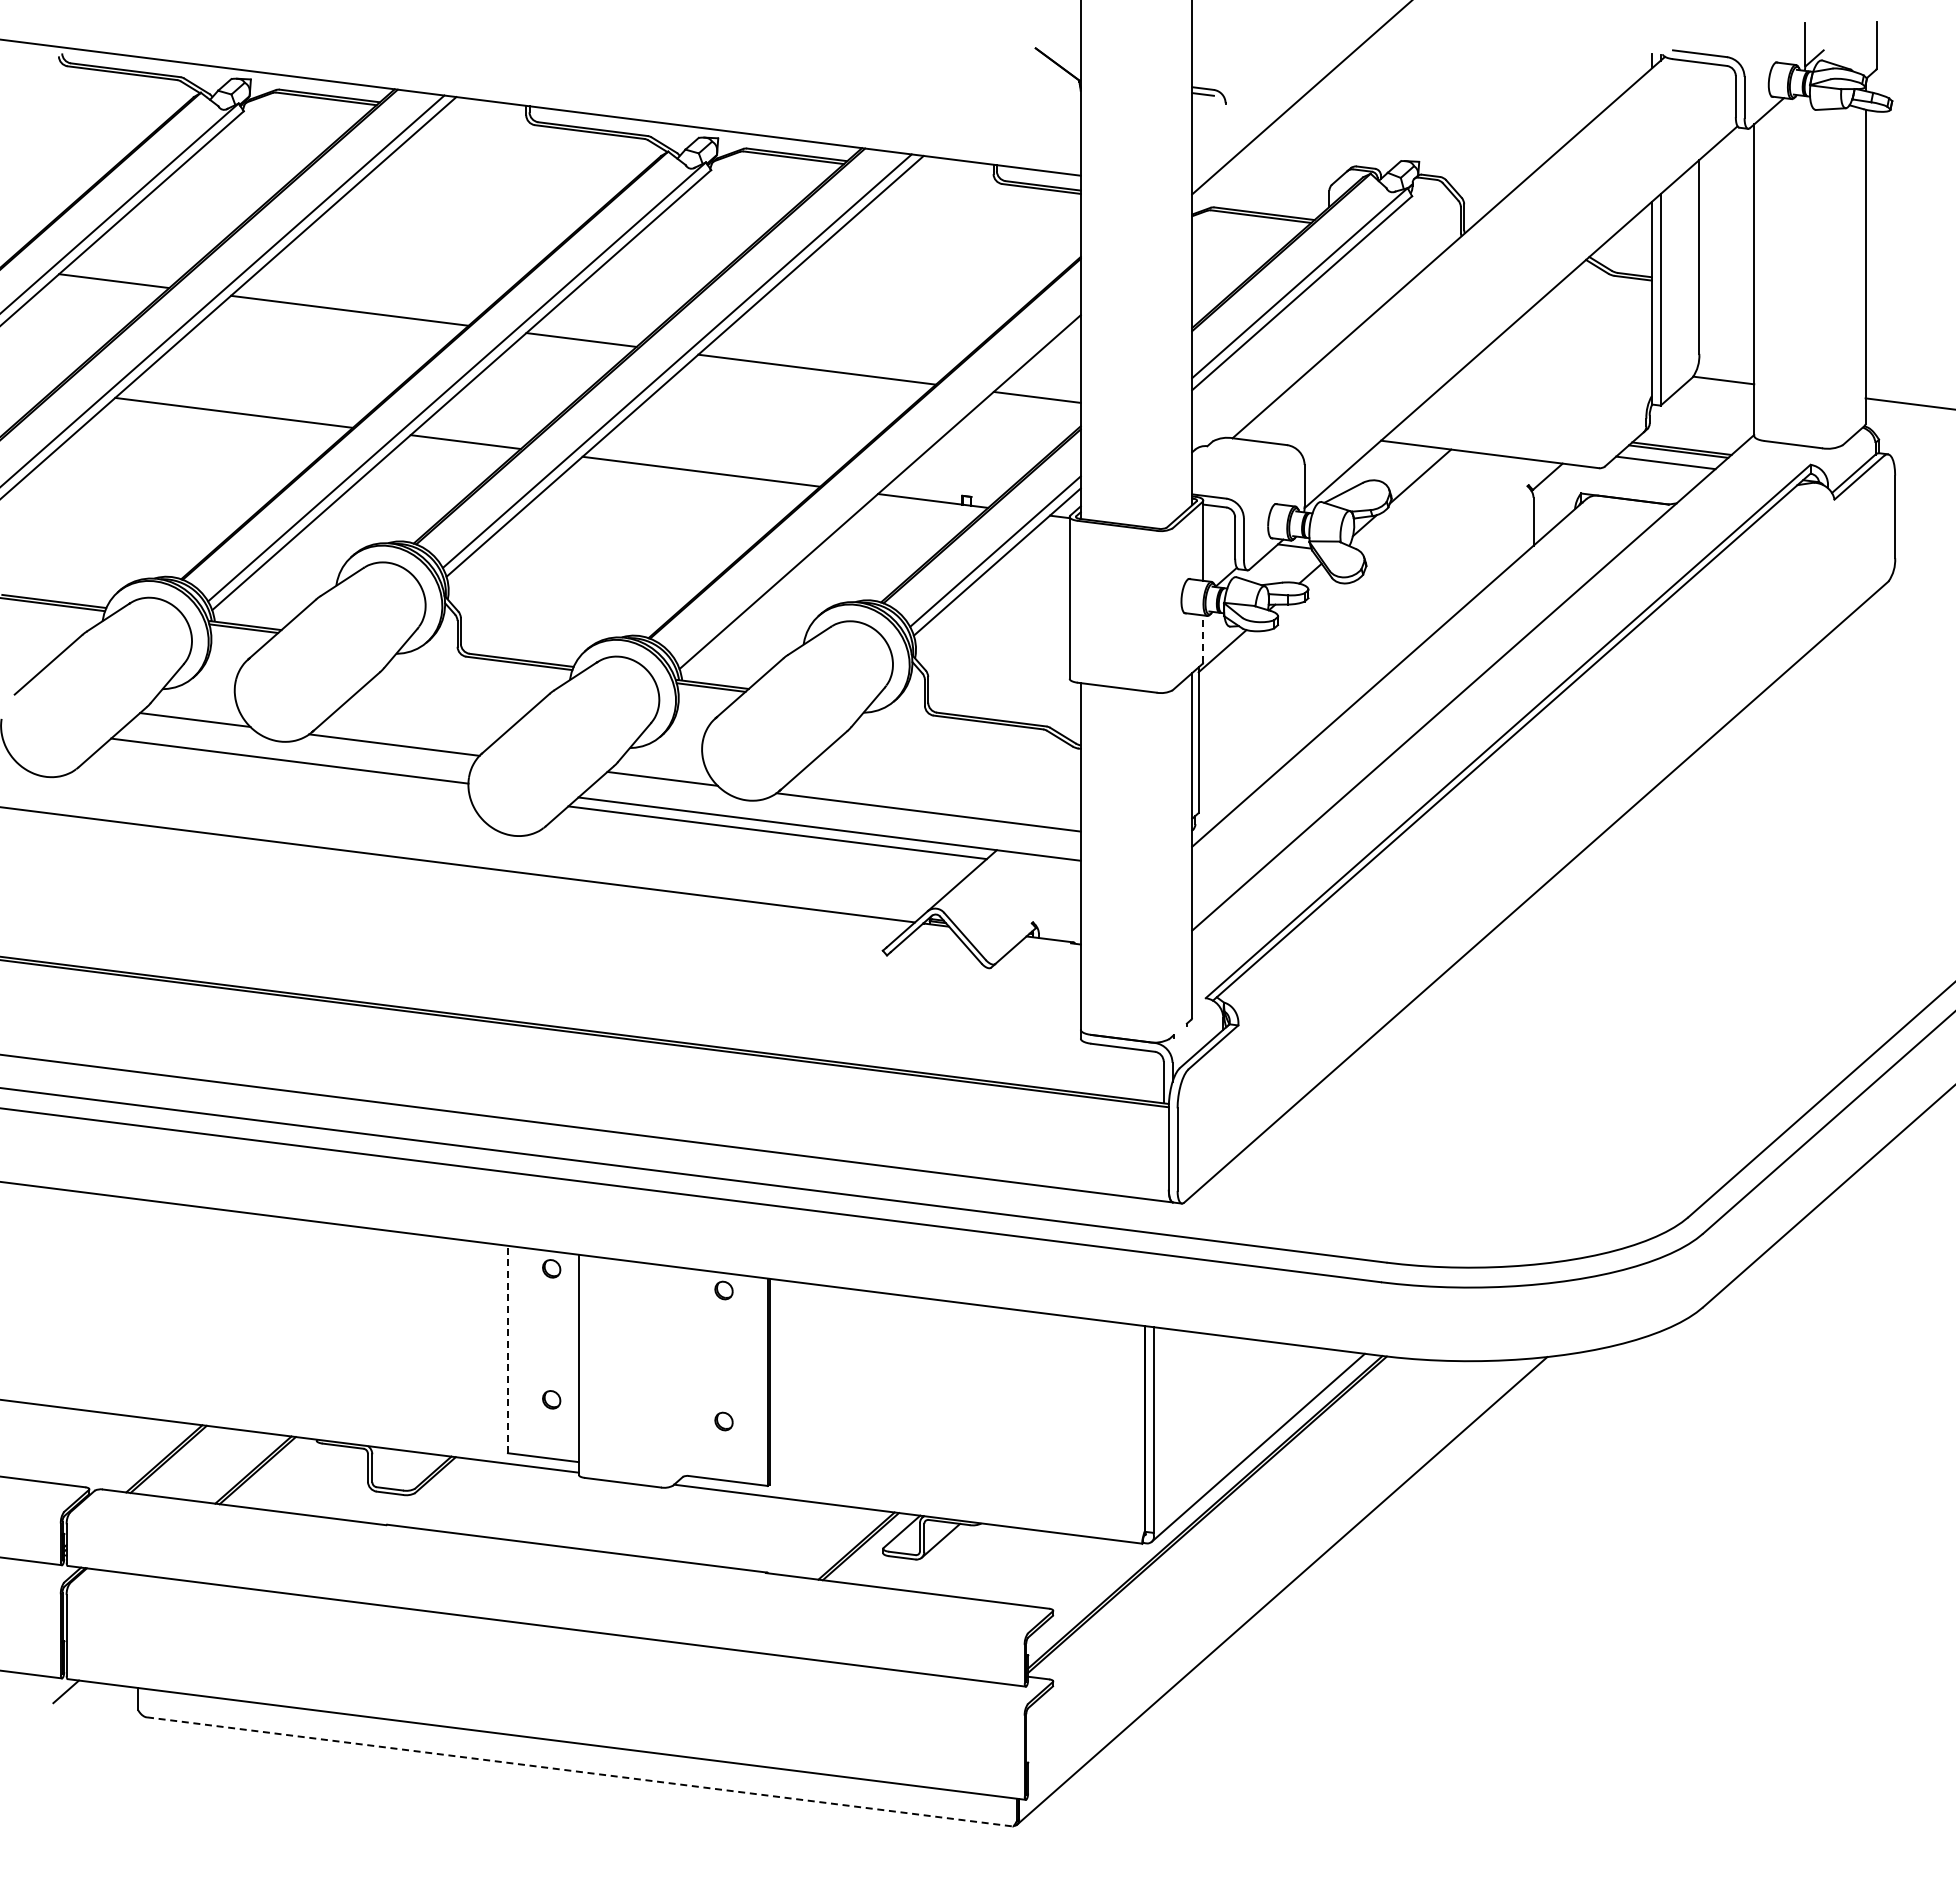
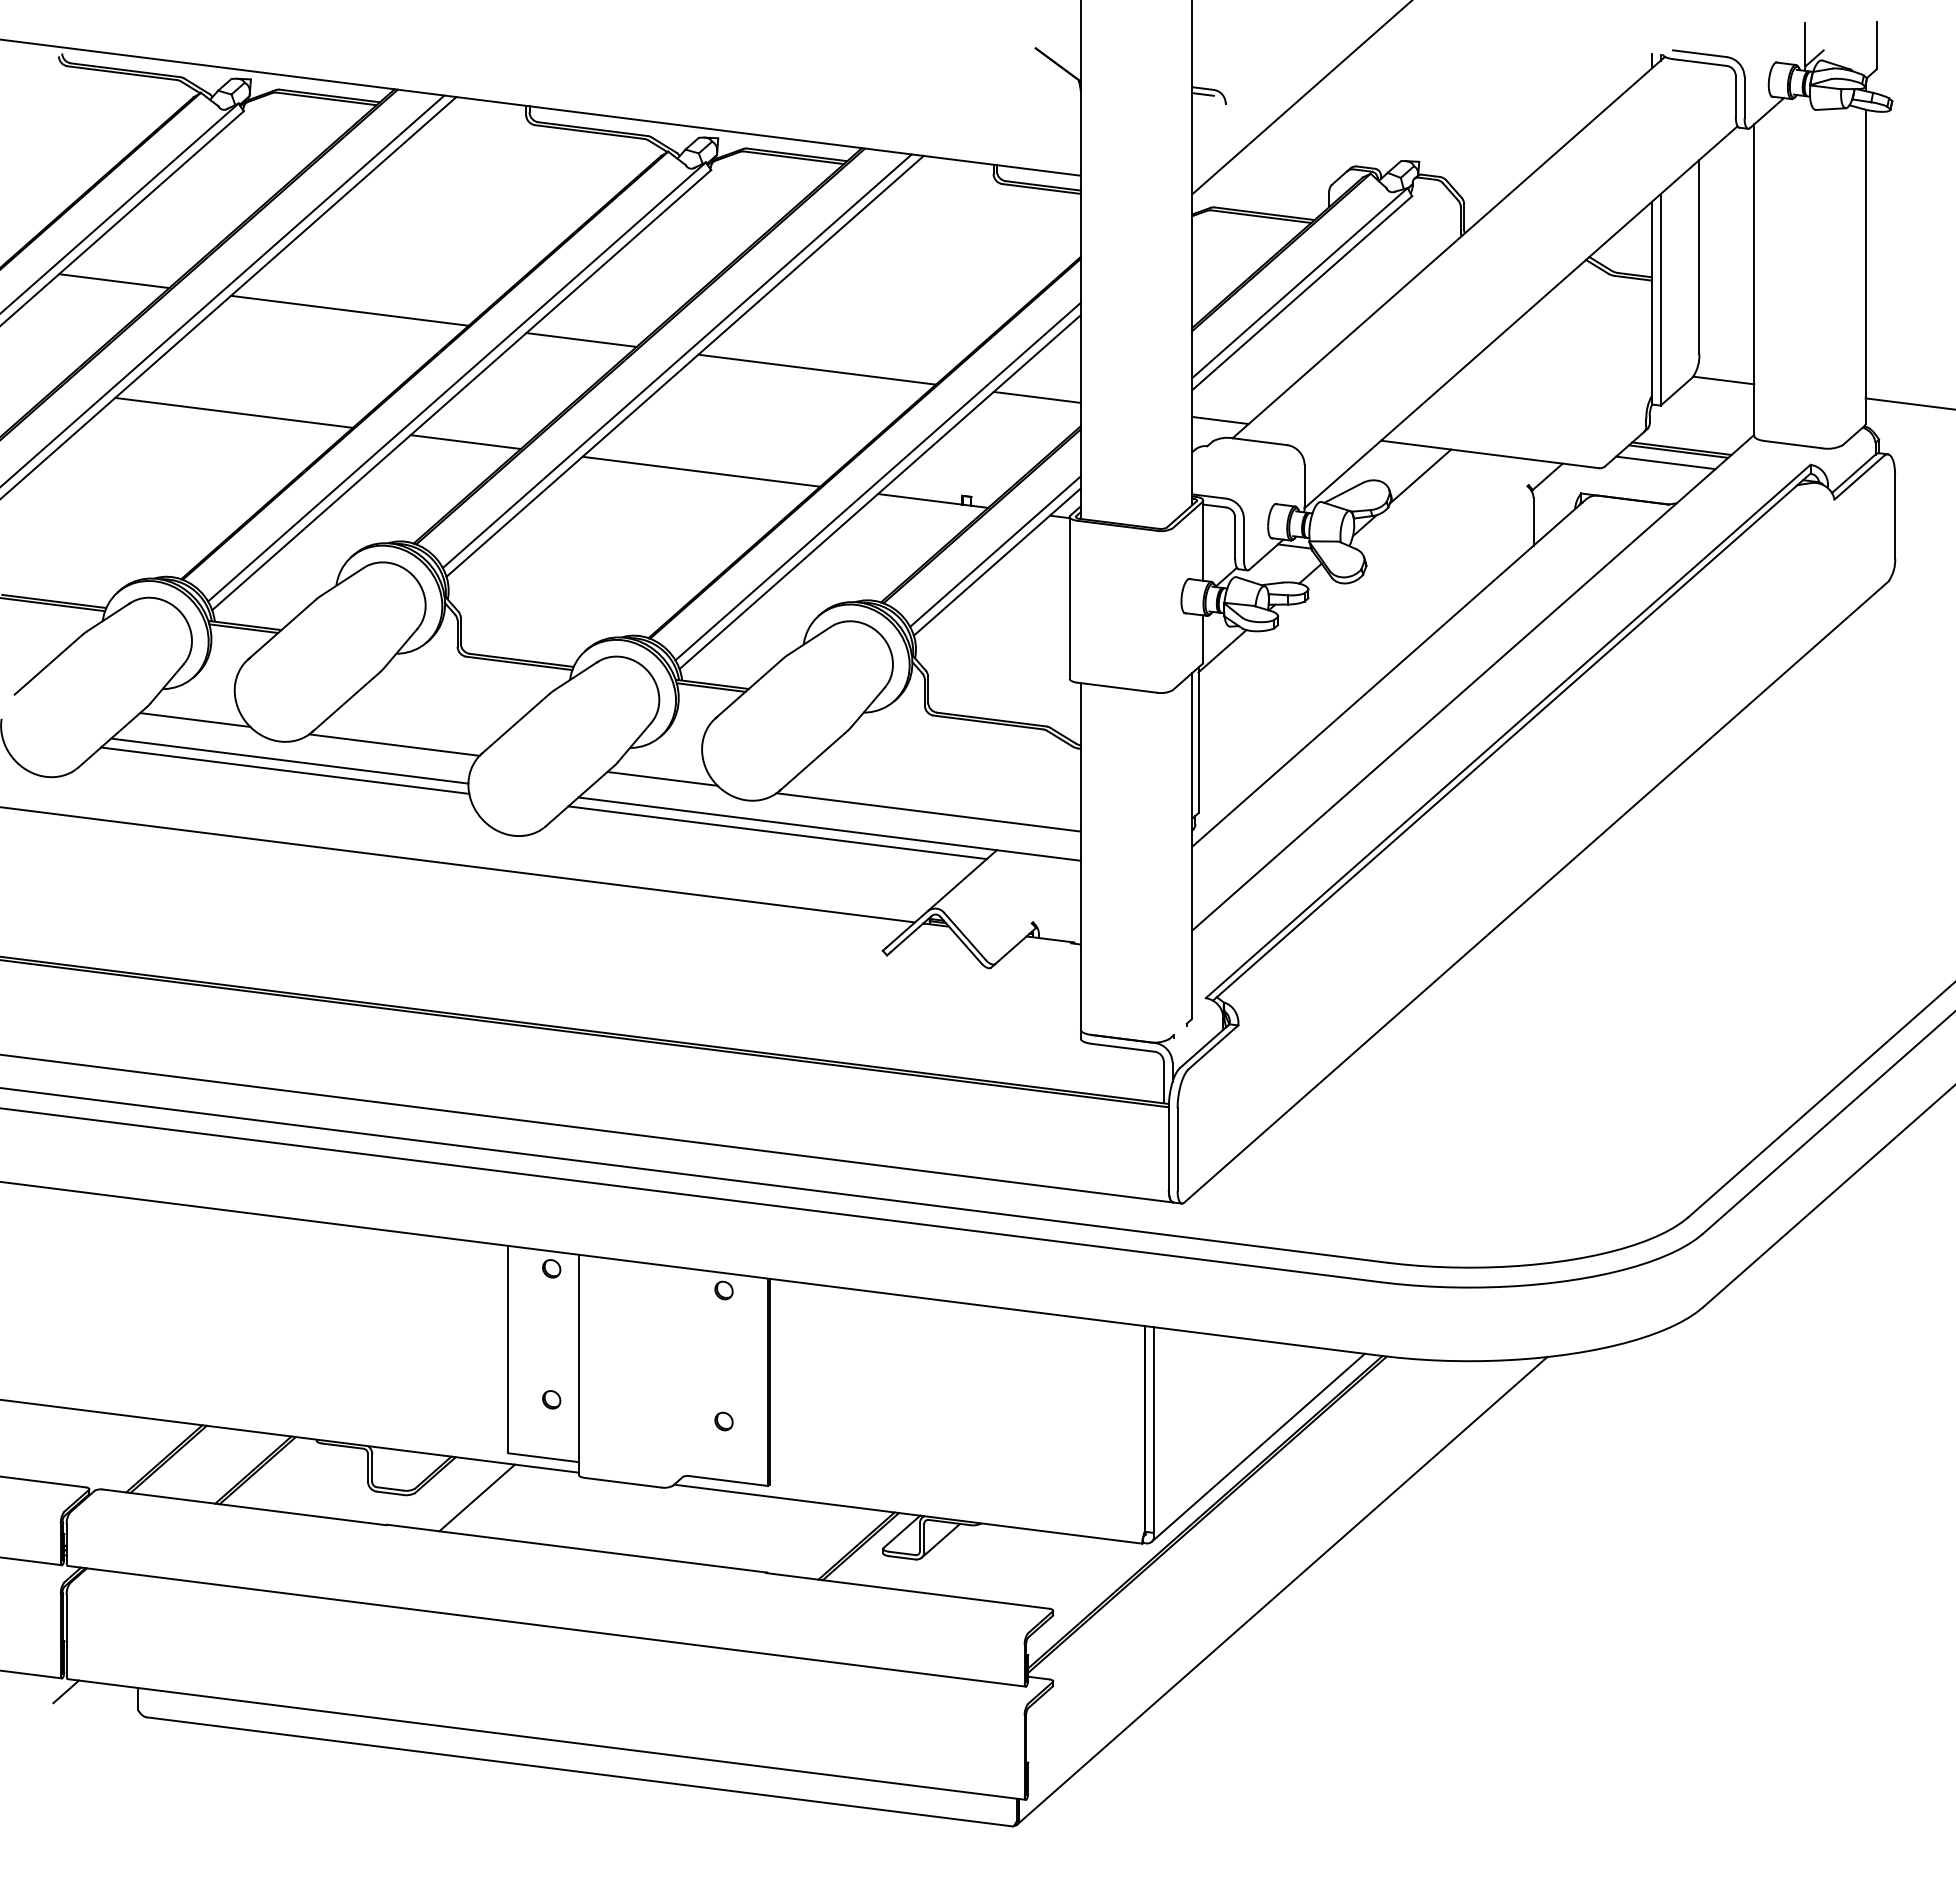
line at (1220, 420): none -> present
line at (877, 481): none -> present
line at (1203, 638): dashed -> solid
line at (285, 770): none -> present
line at (507, 1349): dashed -> solid
line at (476, 1497): none -> present
line at (580, 1771): dashed -> solid
